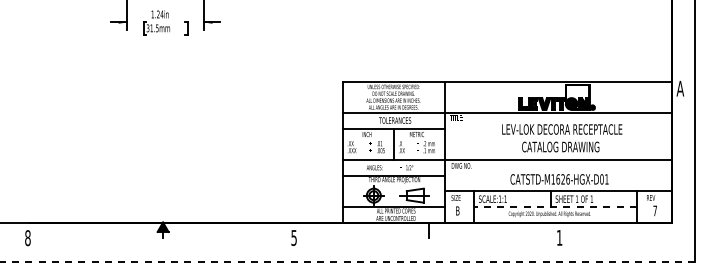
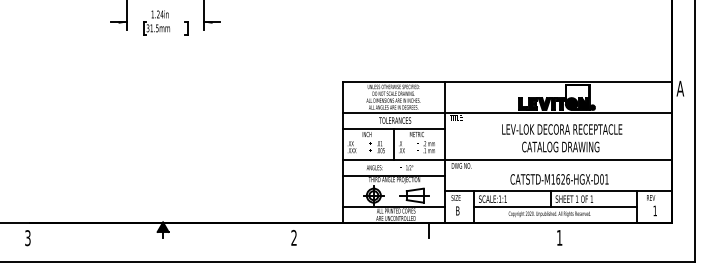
line at (555, 206): dashed -> solid
text at (654, 210): 7 -> 1
text at (293, 237): 5 -> 2
text at (27, 238): 8 -> 3
line at (347, 261): dashed -> solid
